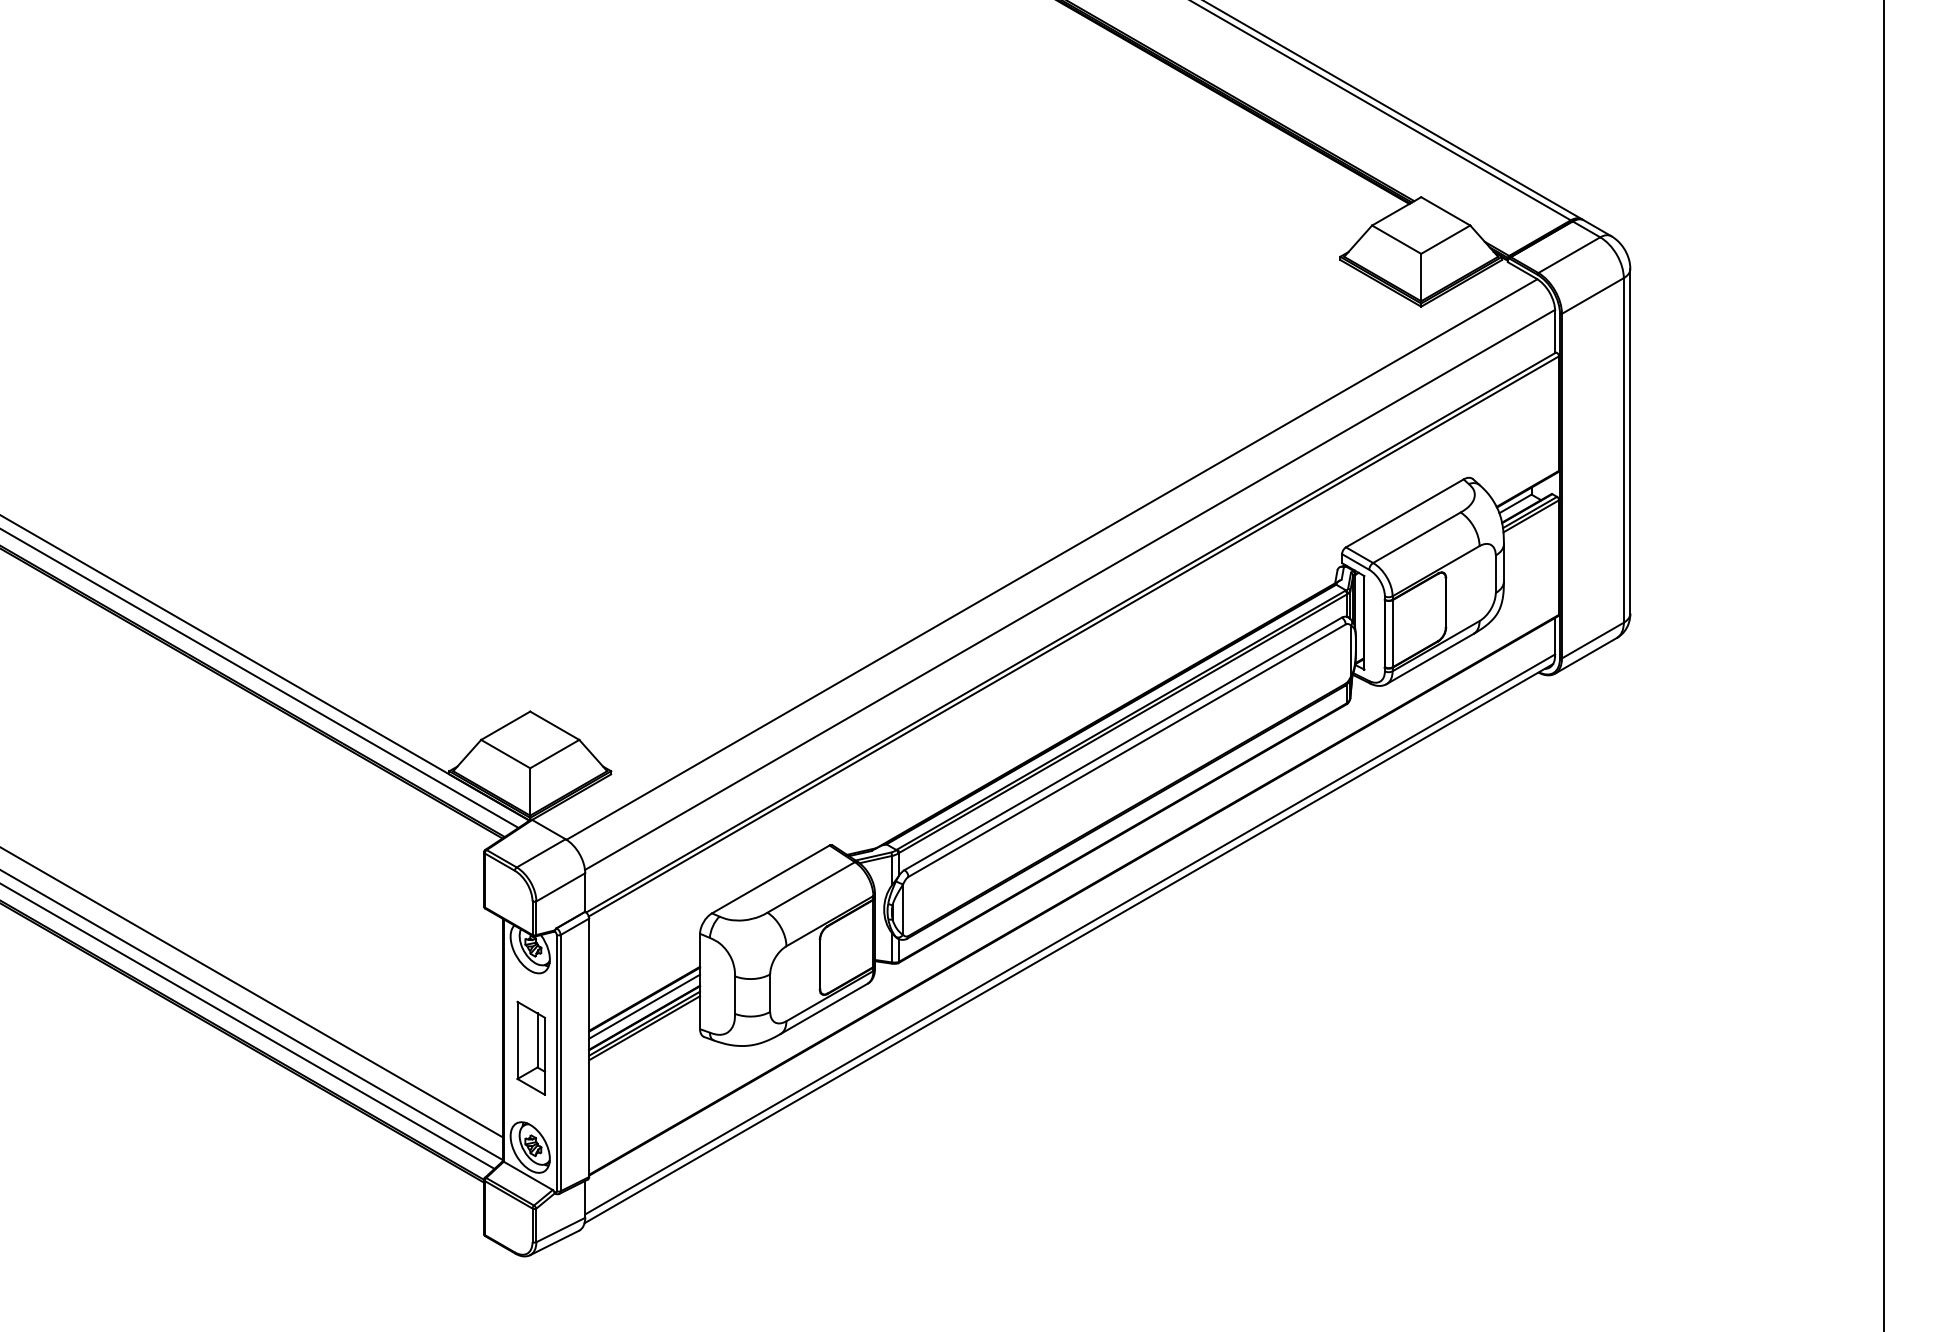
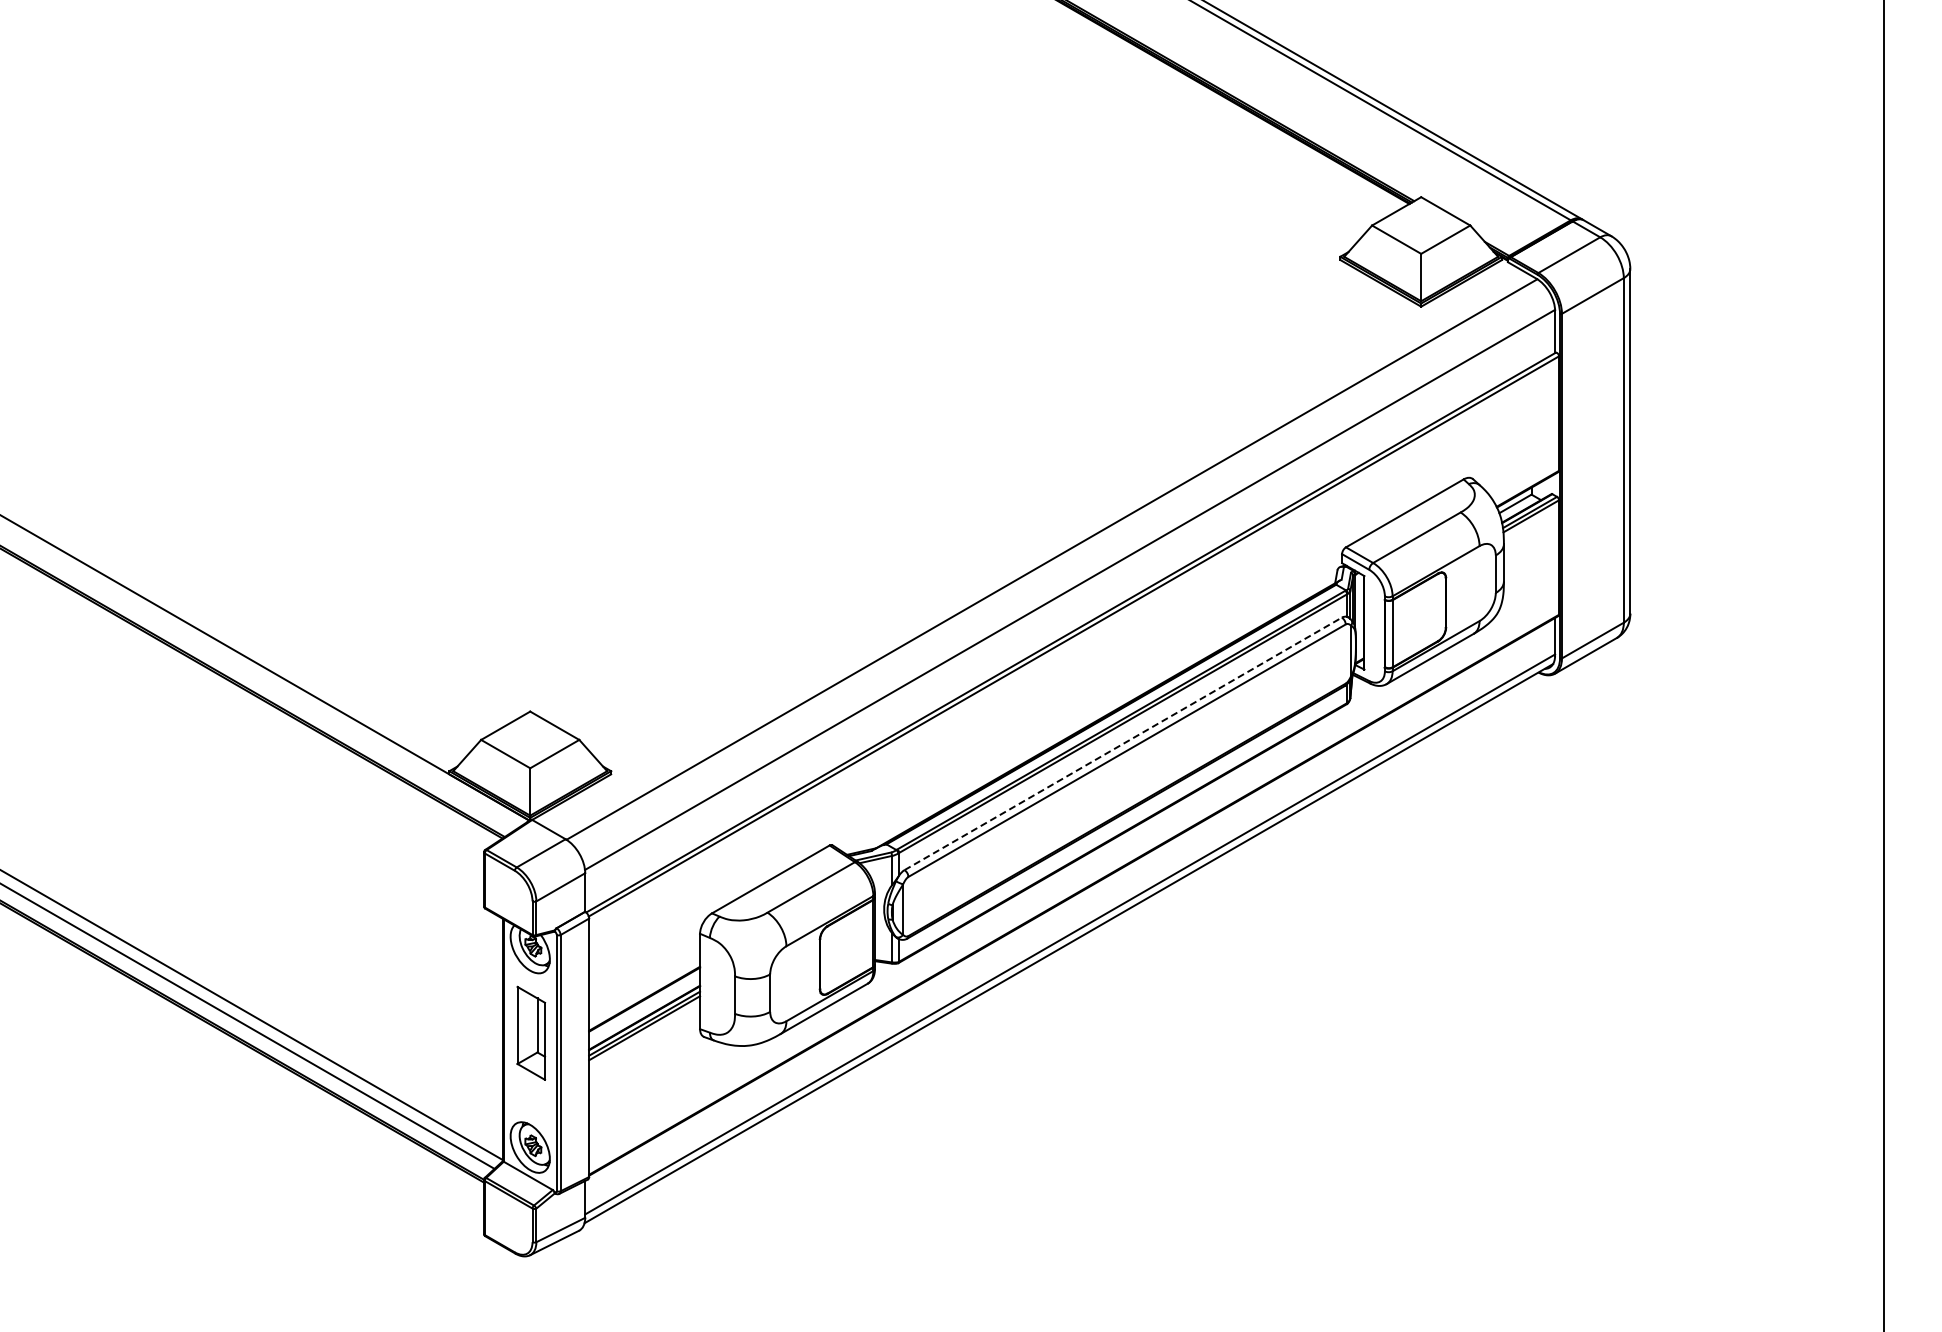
line at (260, 678): present -> none
line at (1123, 743): solid -> dashed
line at (252, 992): present -> none
line at (644, 1006): present -> none
part at (531, 1047) position: (531, 1047) -> (531, 1032)
